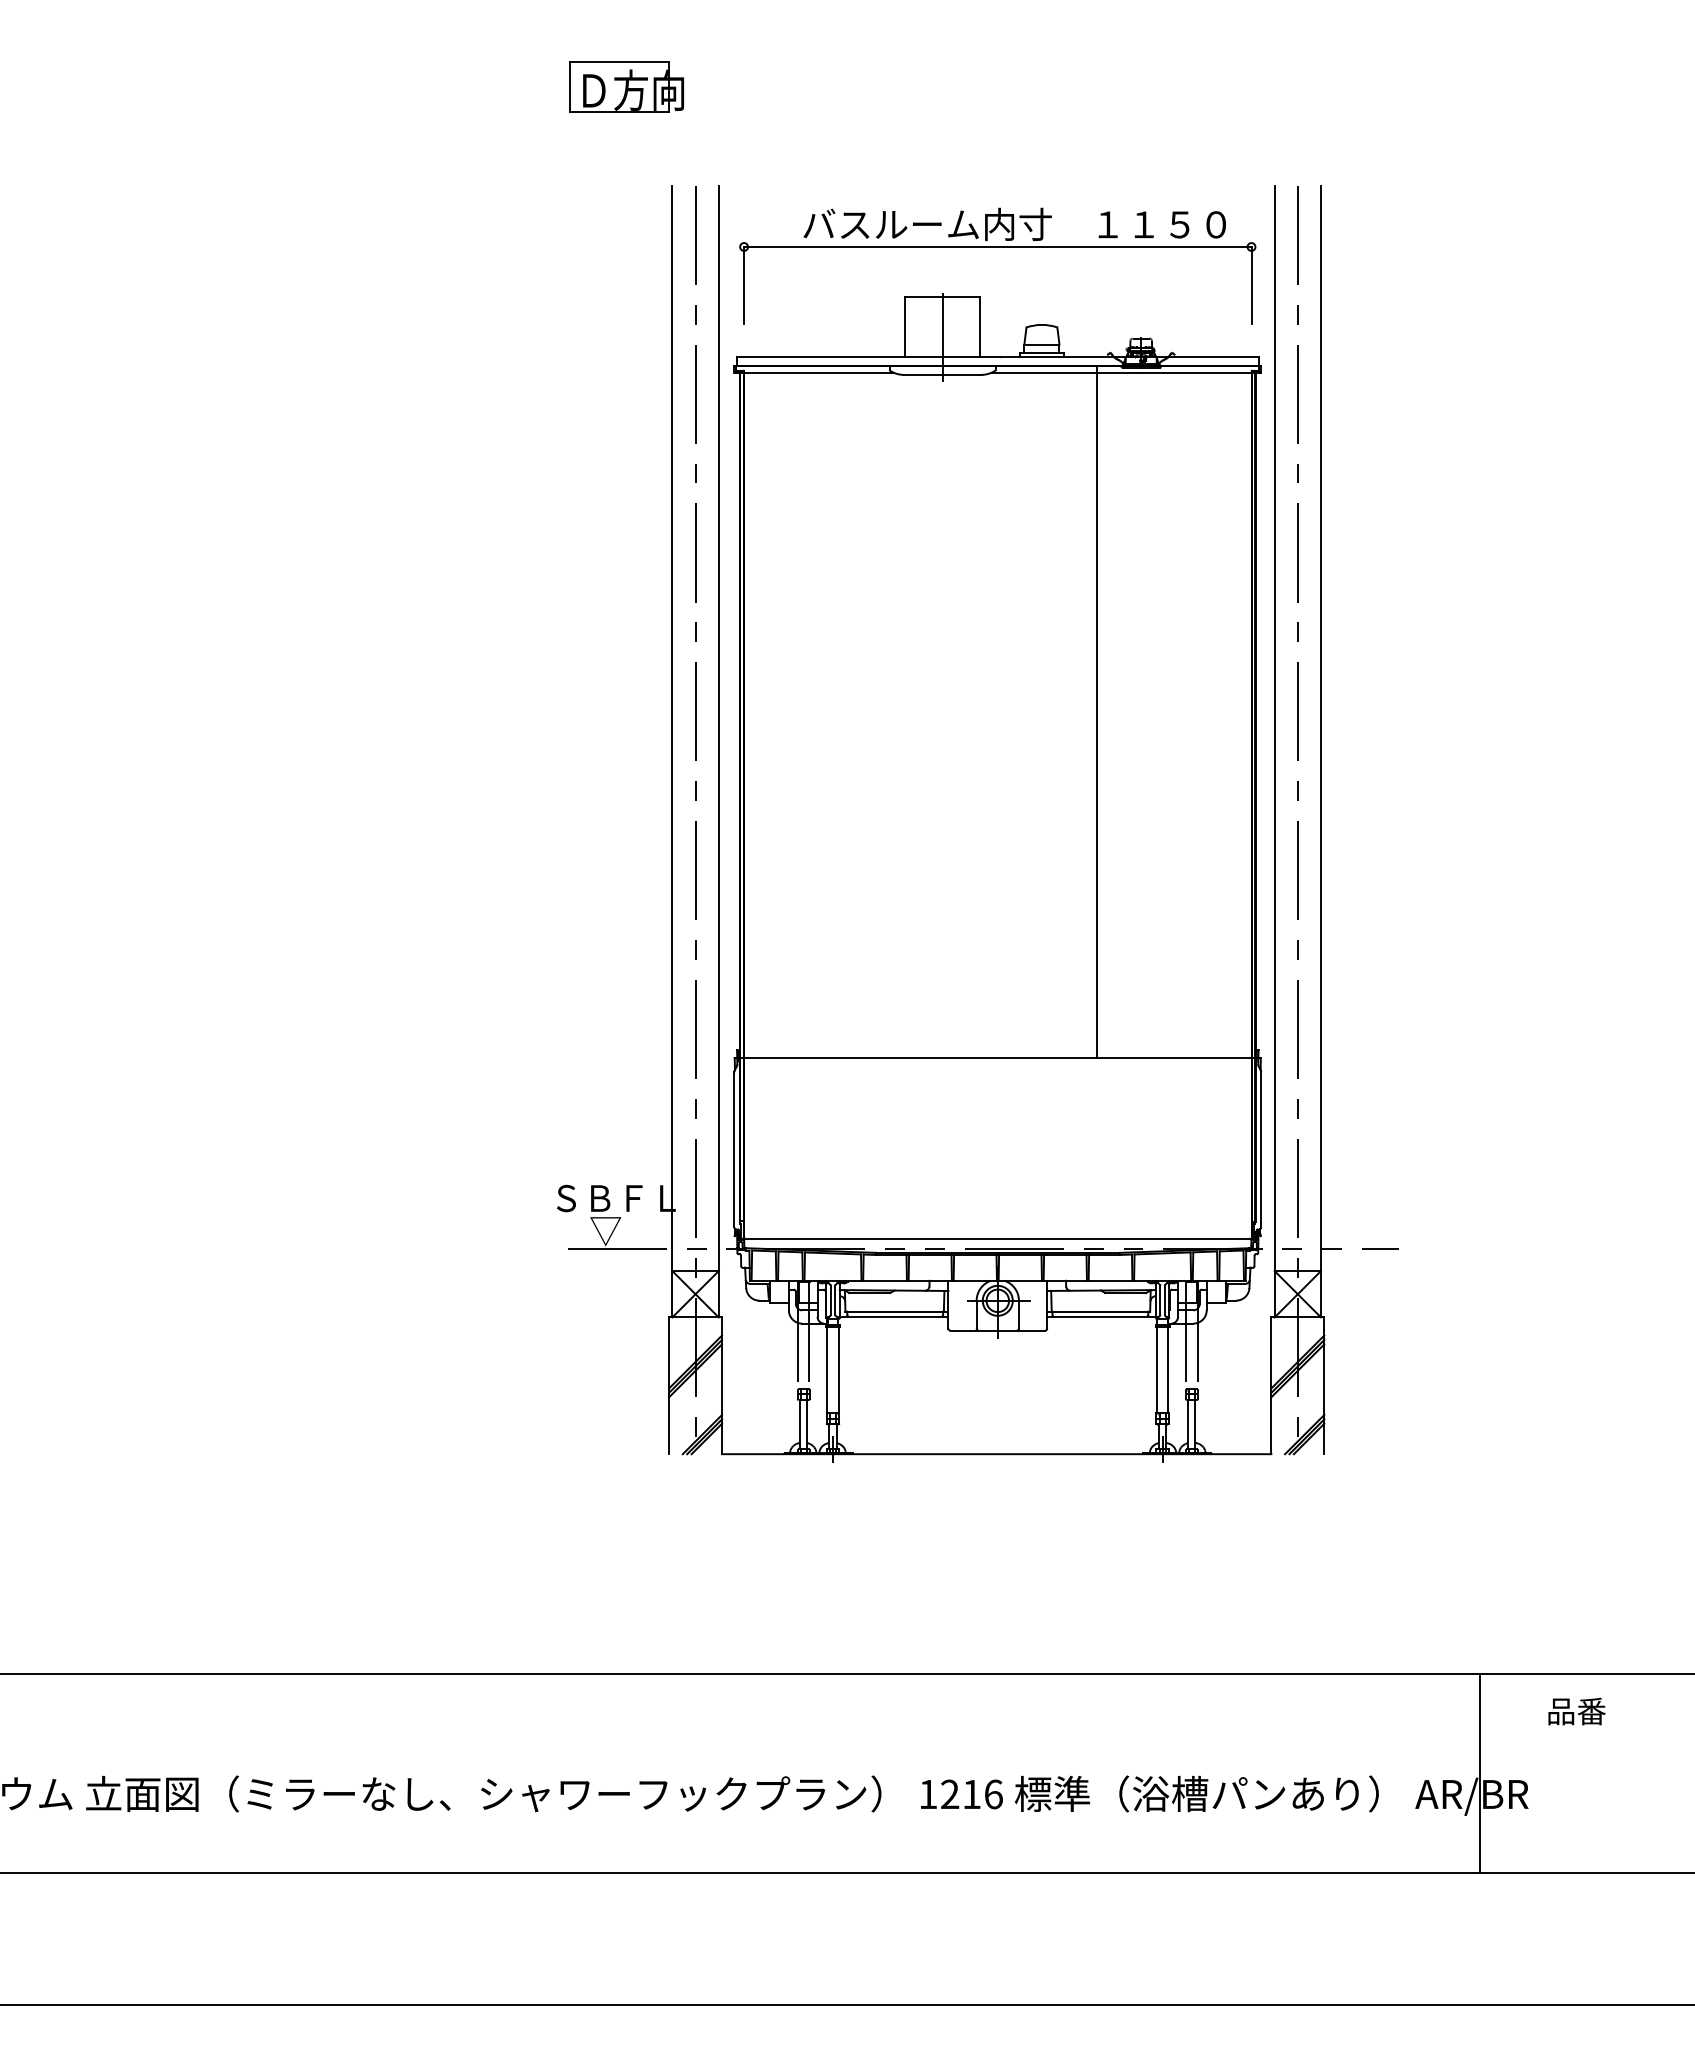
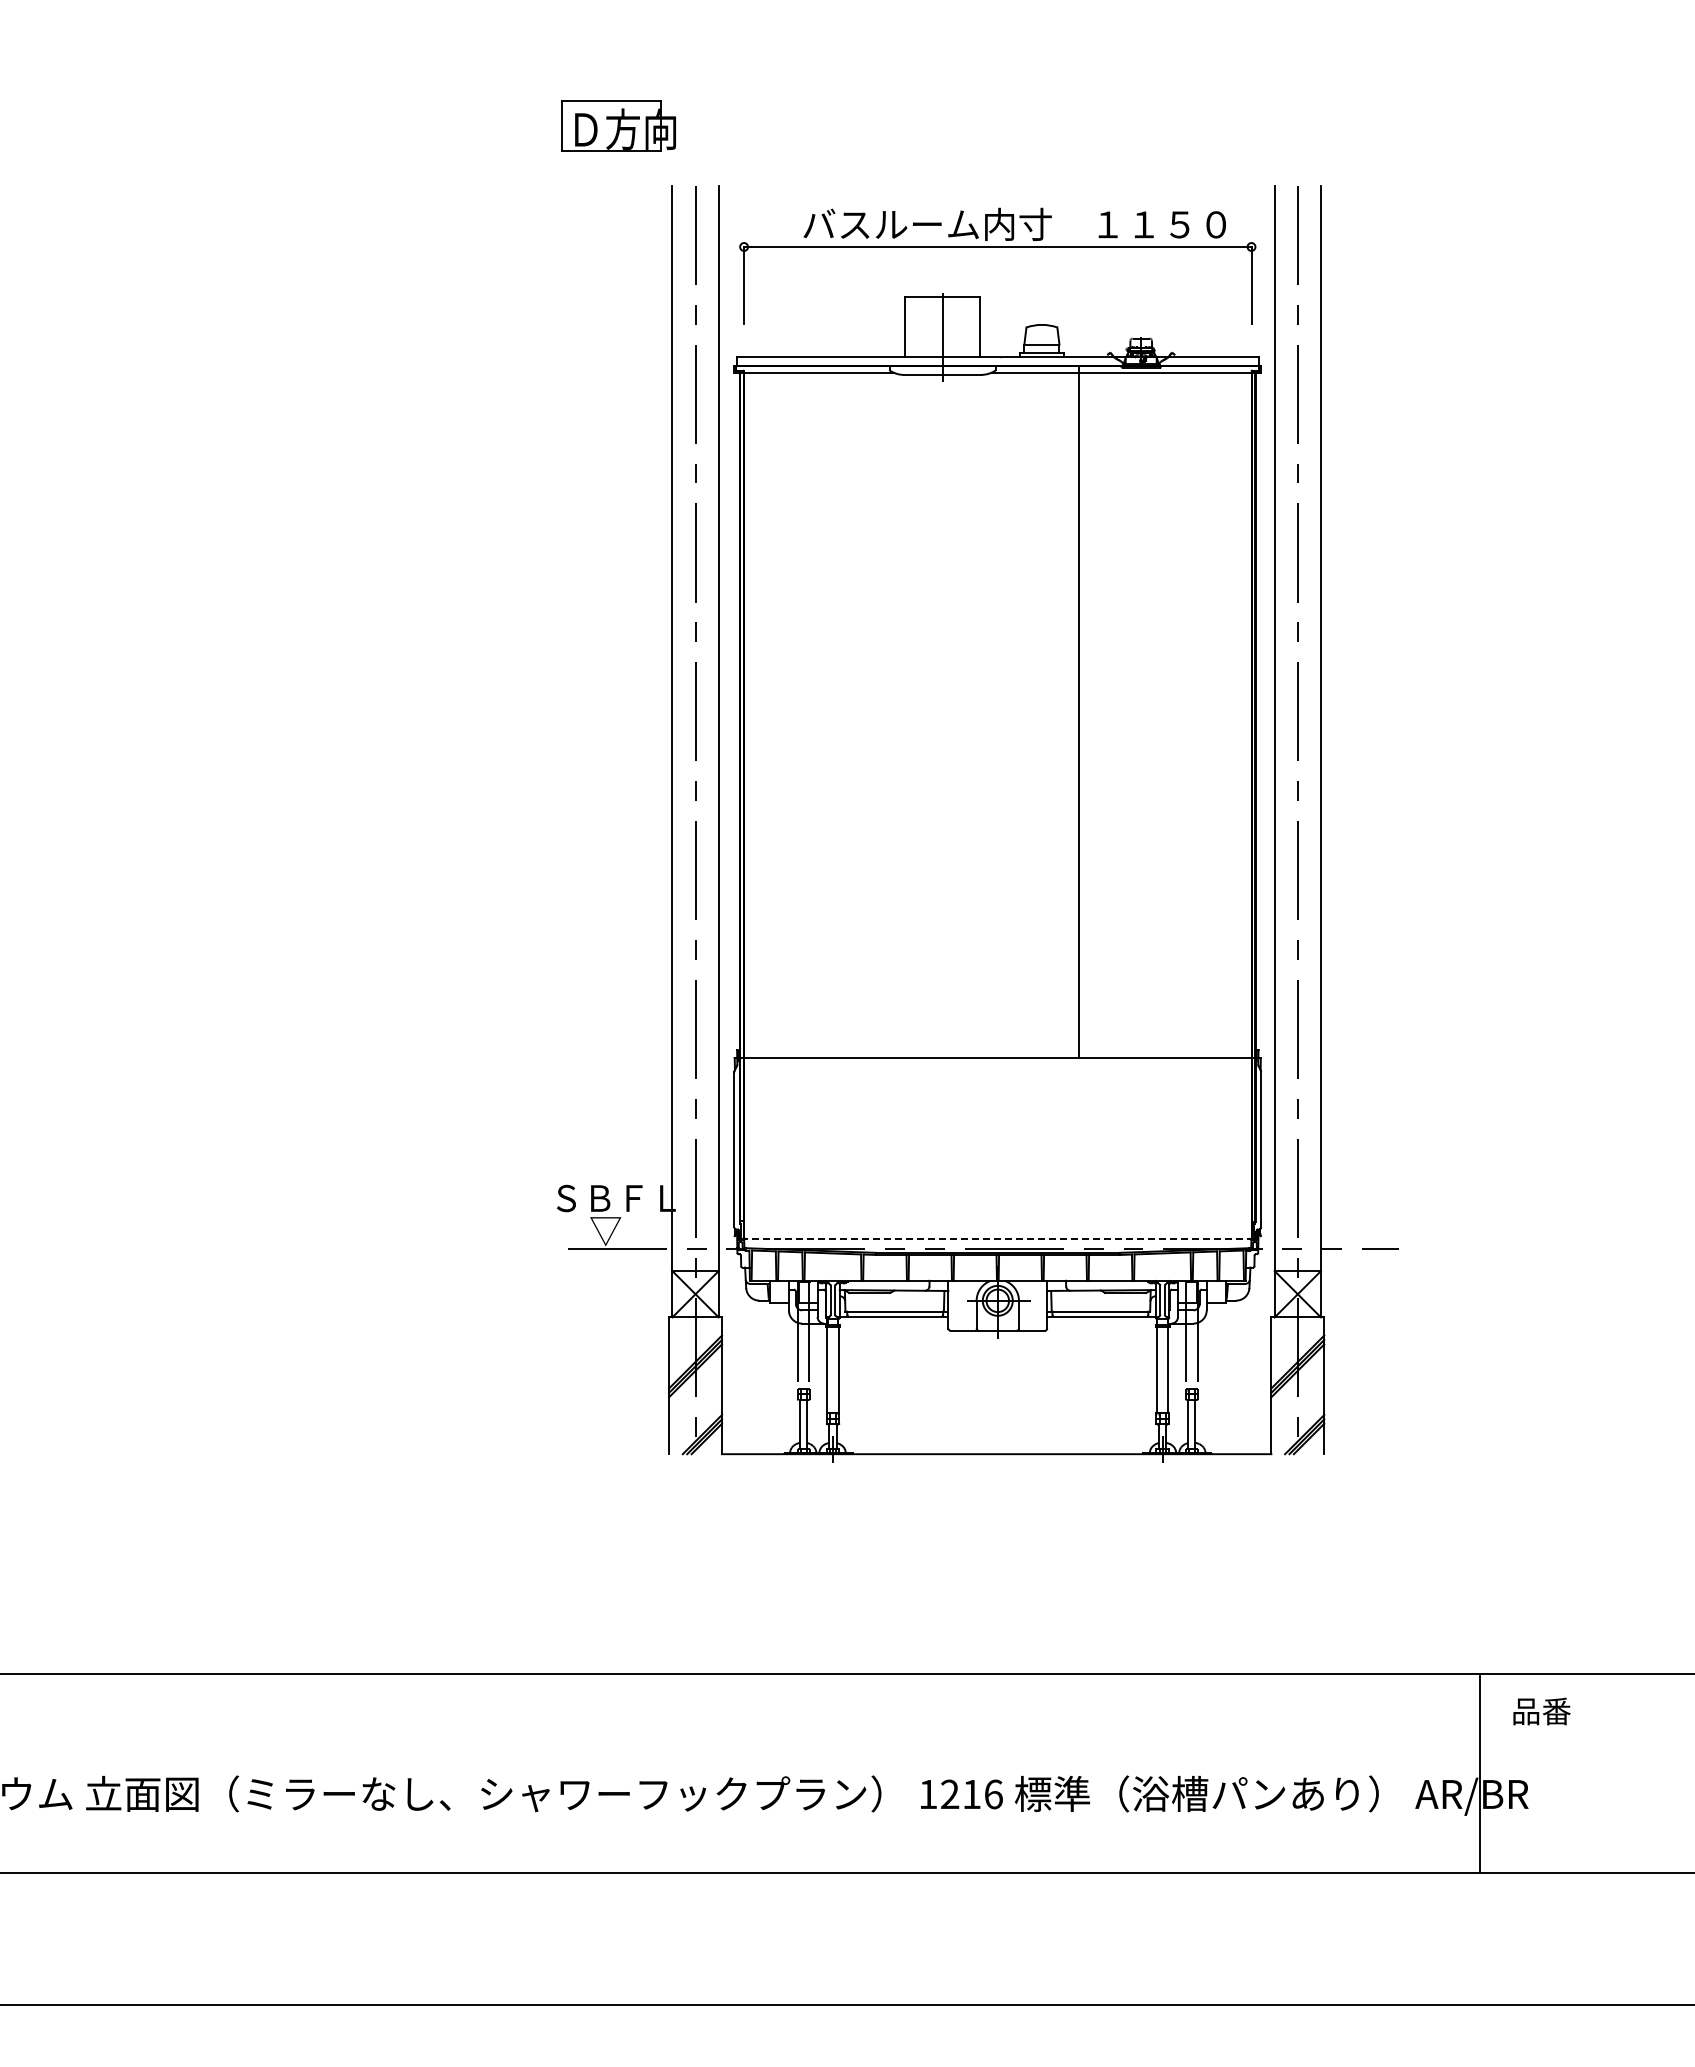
part at (626, 86) position: (626, 86) -> (618, 125)
line at (1097, 711) position: (1097, 711) -> (1079, 711)
line at (997, 1238): solid -> dashed
text at (1576, 1711) position: (1576, 1711) -> (1541, 1711)
